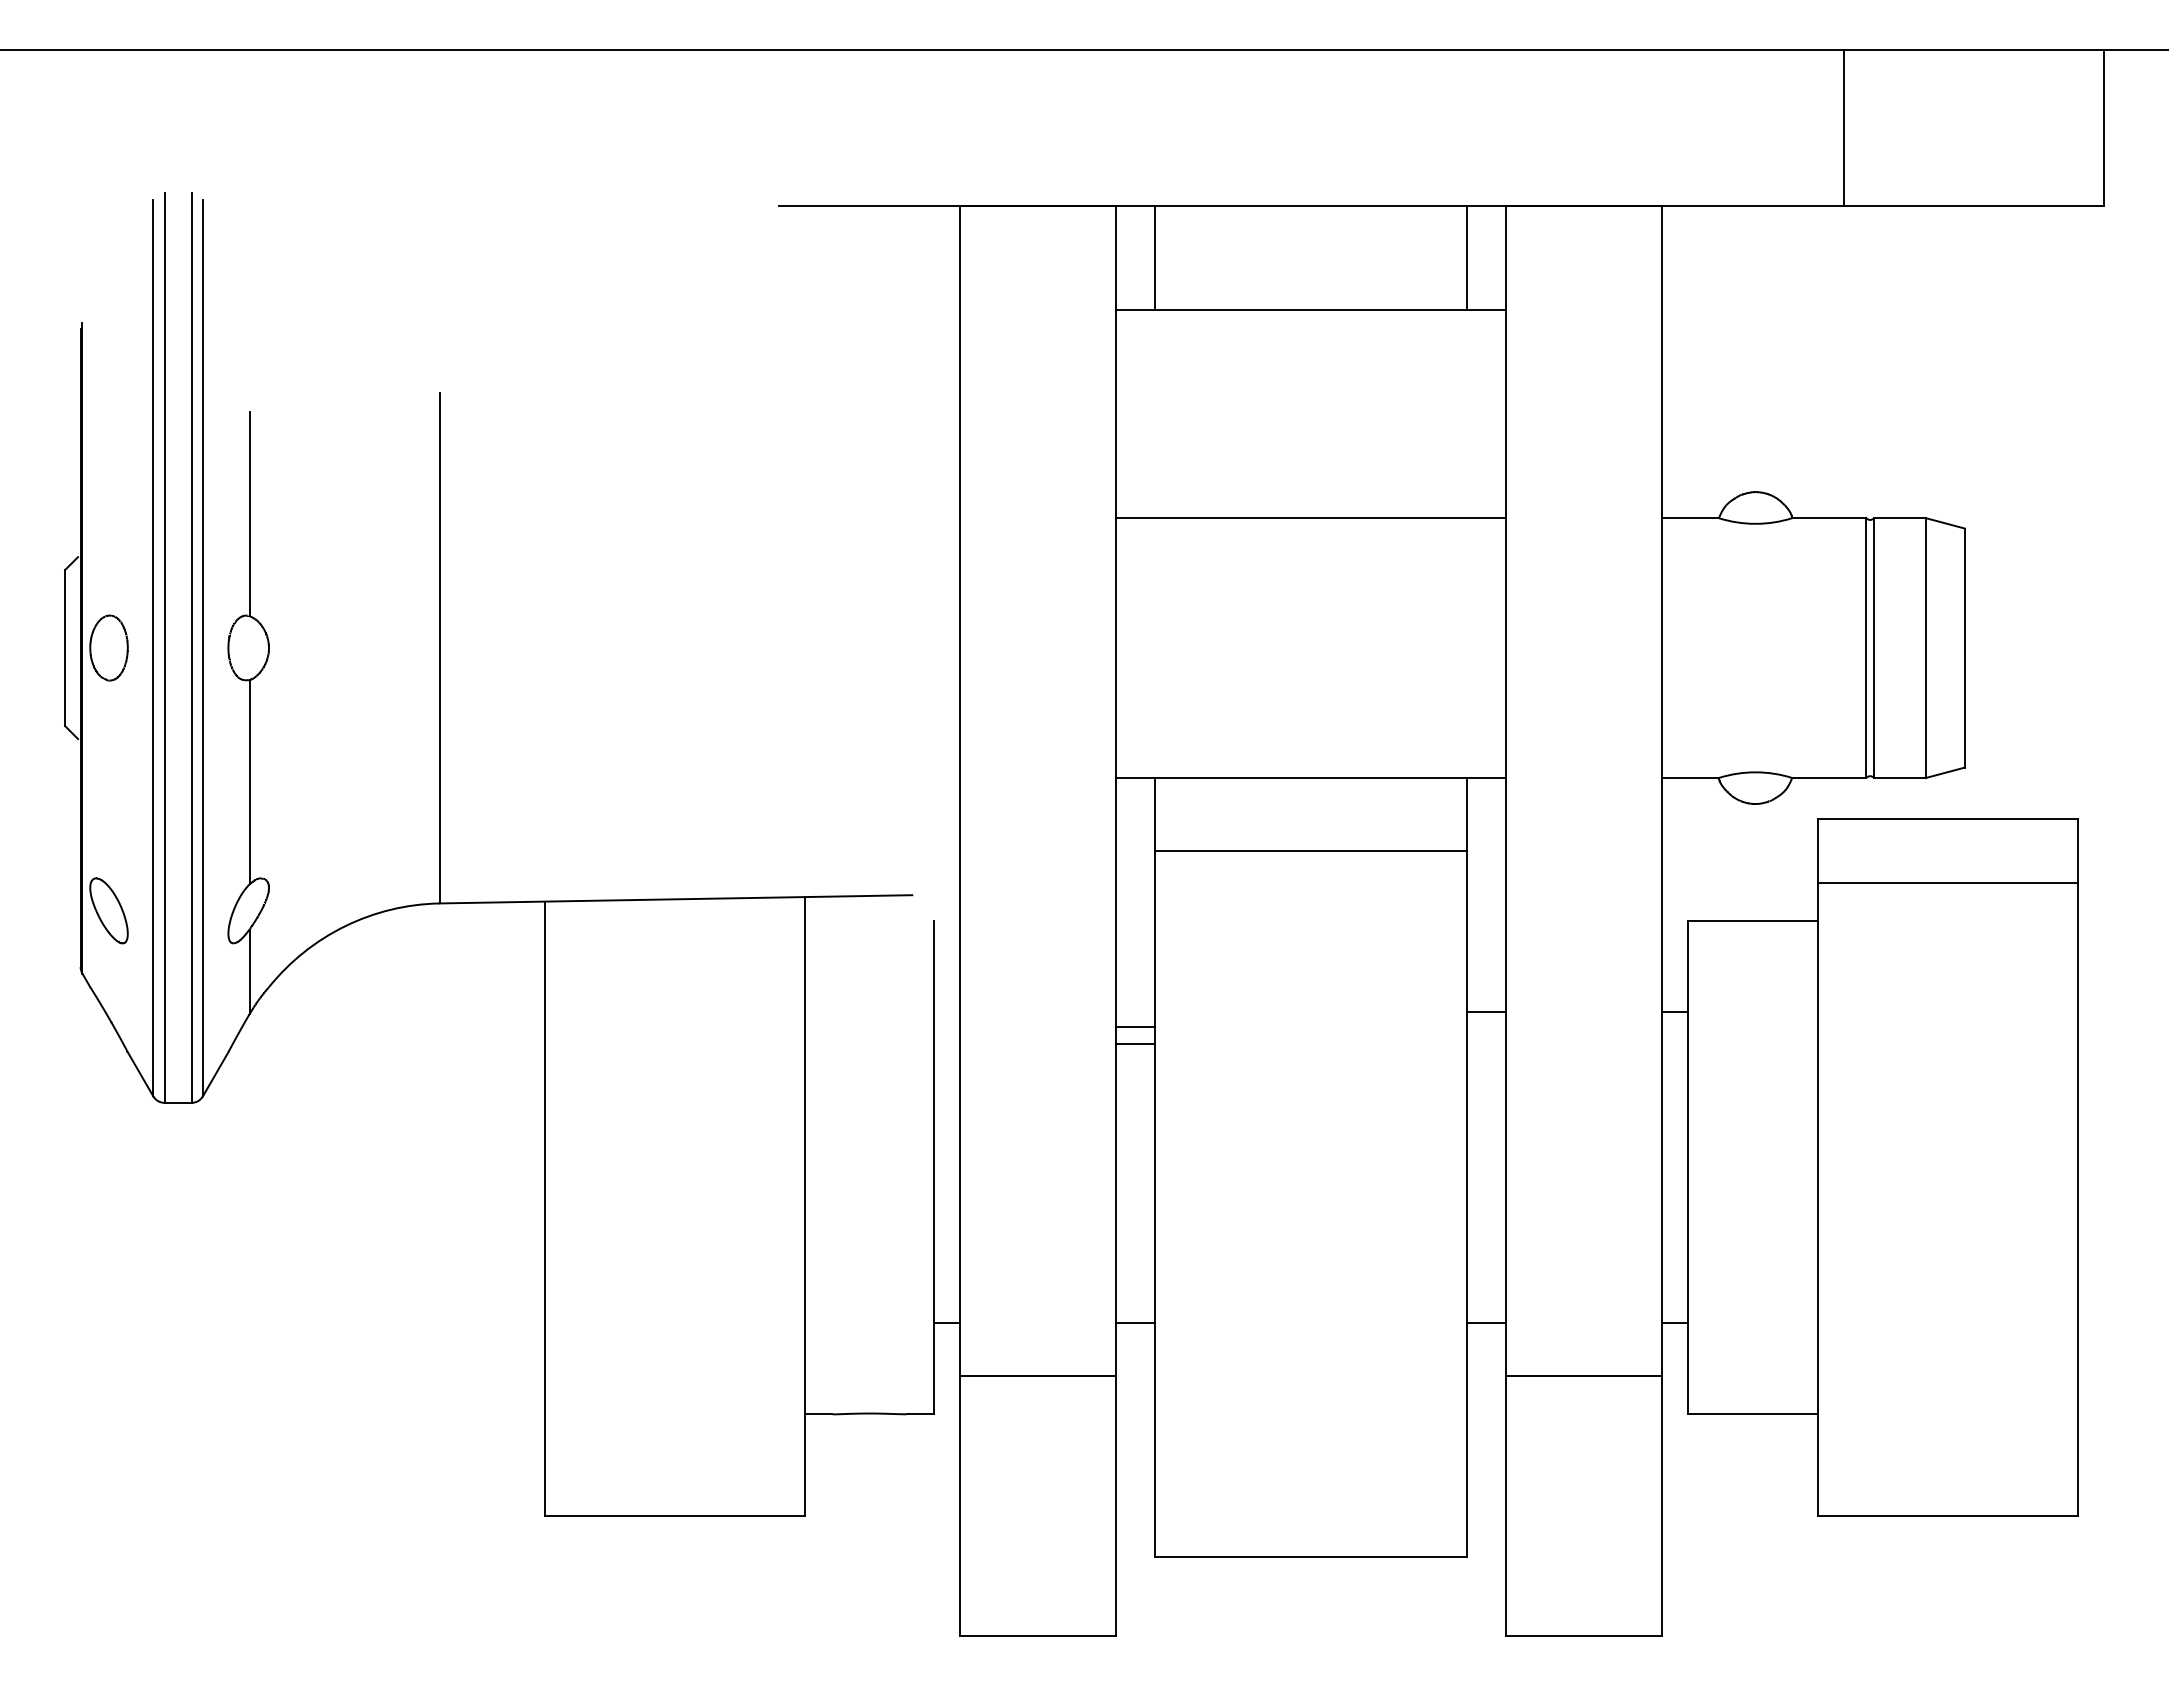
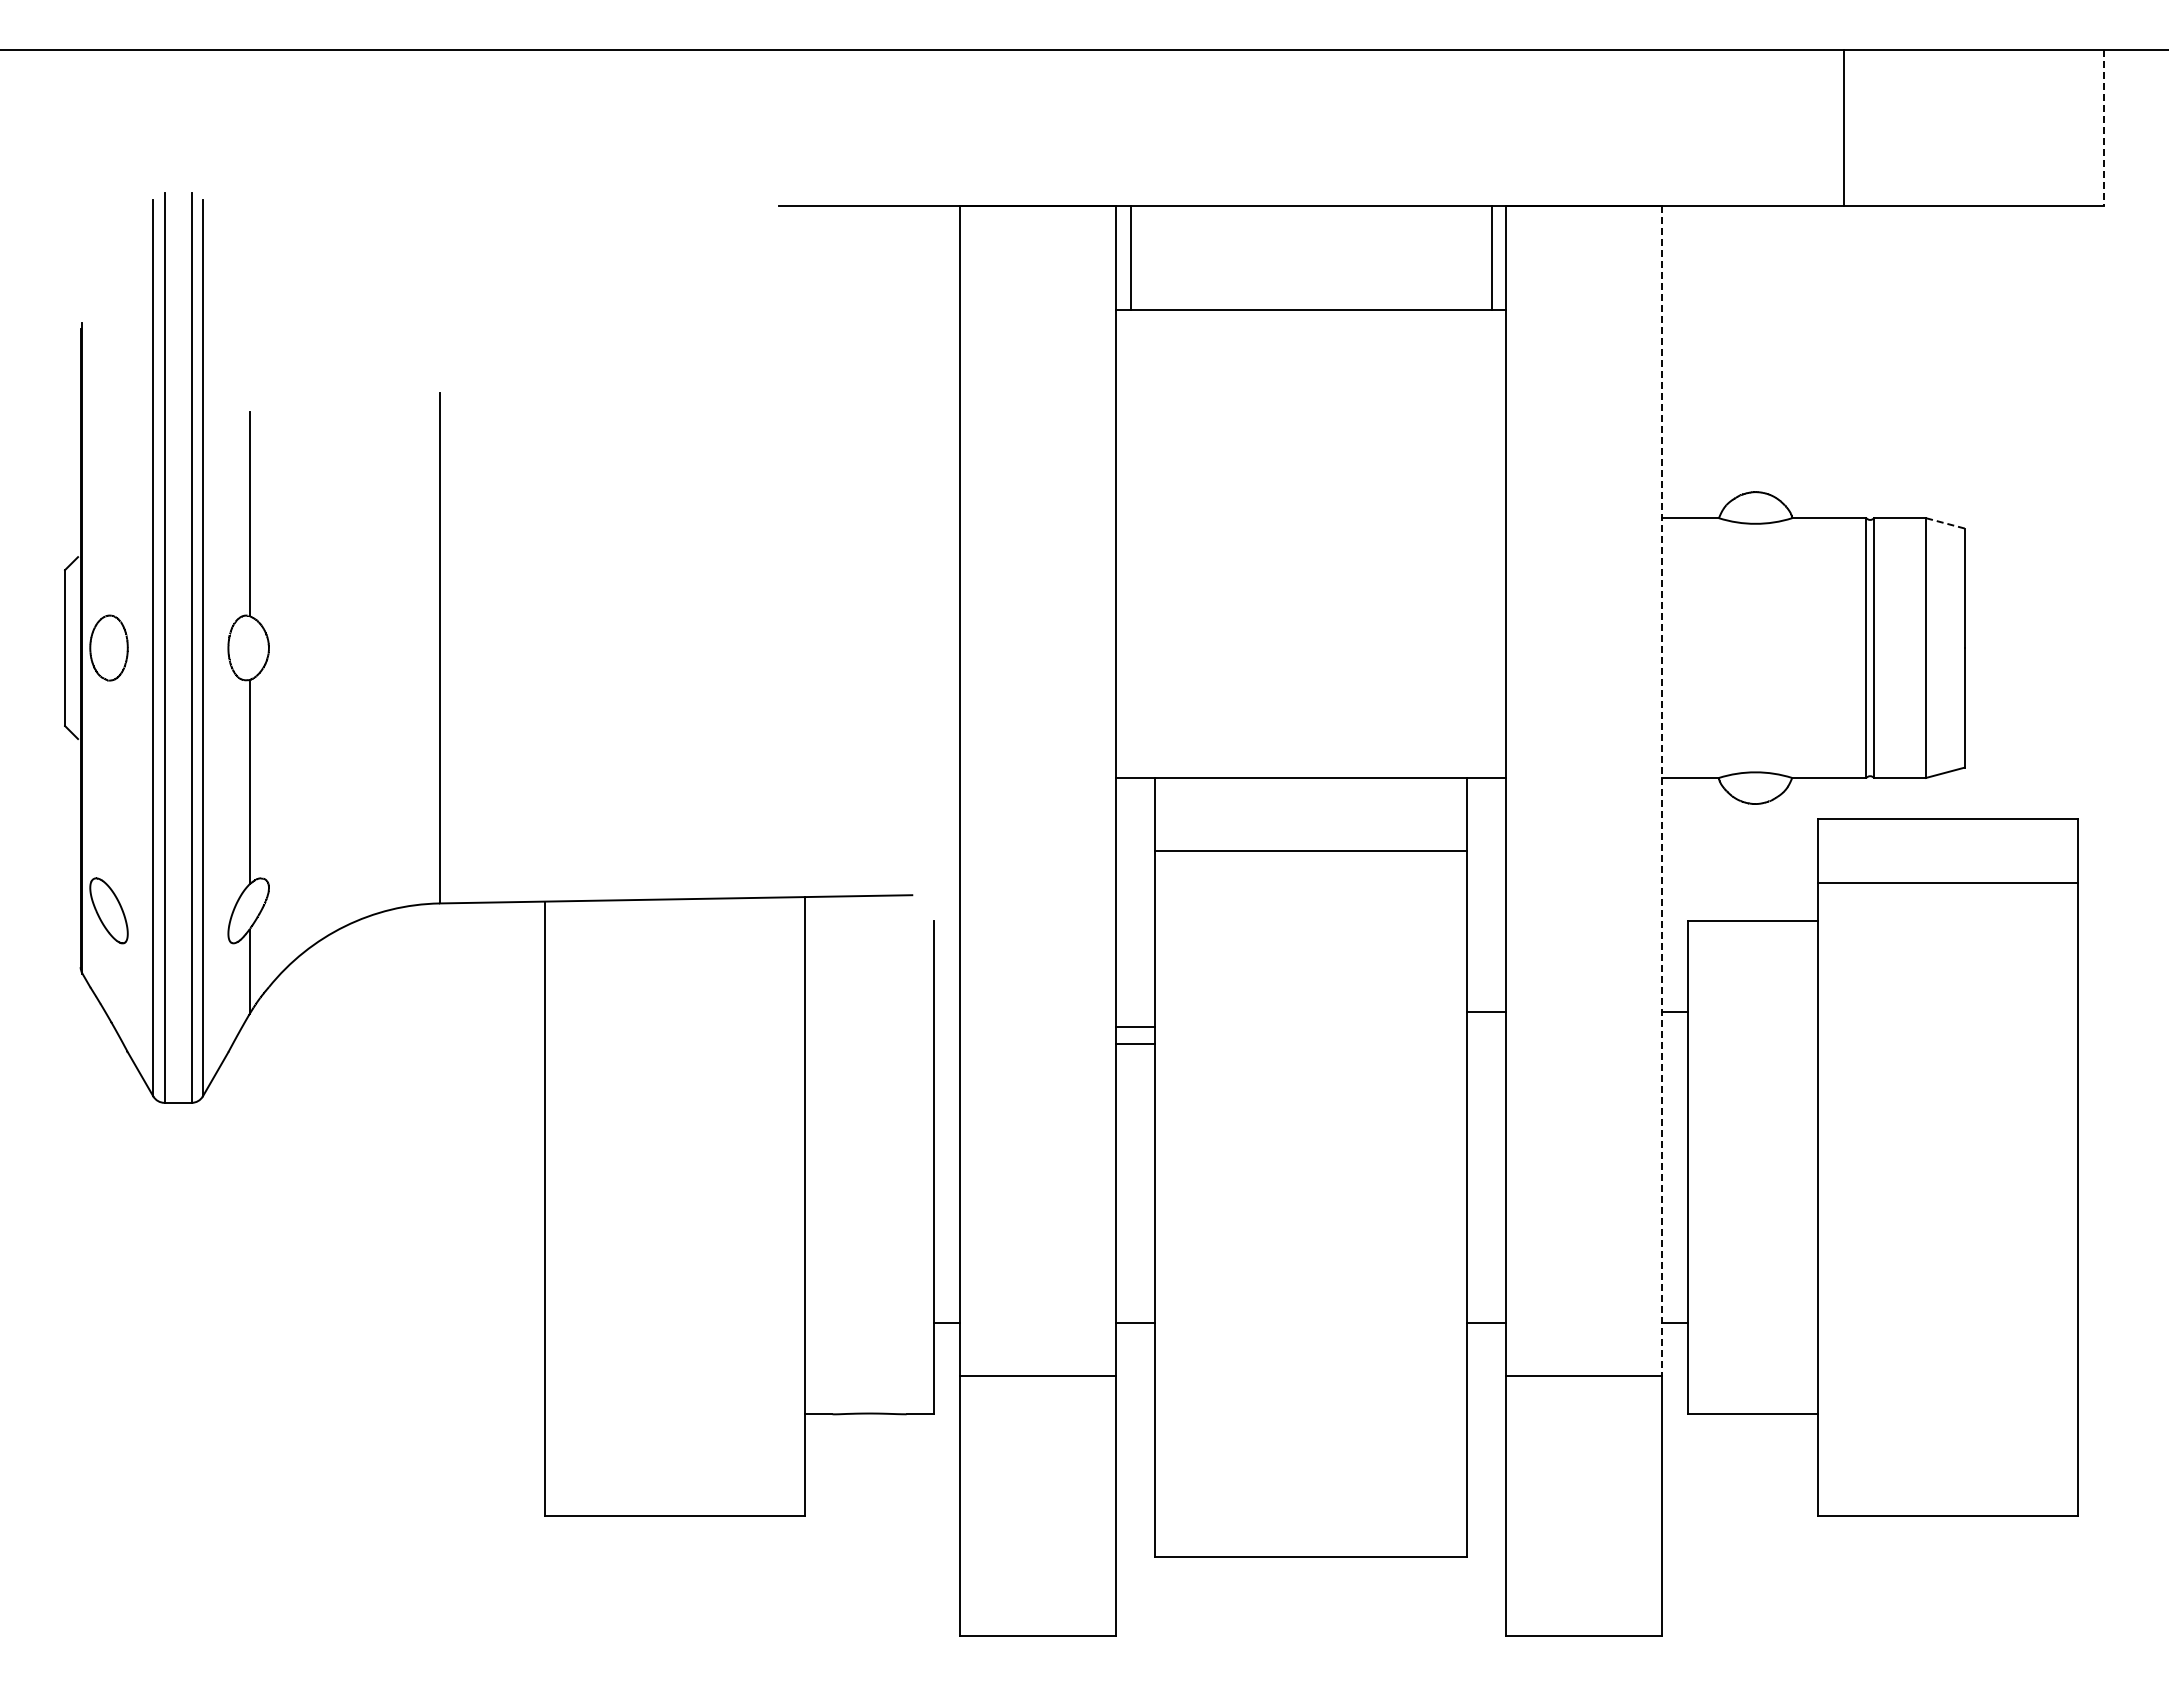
line at (2103, 128): solid -> dashed
line at (1155, 258) position: (1155, 258) -> (1131, 258)
line at (1467, 258) position: (1467, 258) -> (1492, 258)
line at (1311, 518): present -> none
line at (1944, 523): solid -> dashed
line at (1662, 791): solid -> dashed
